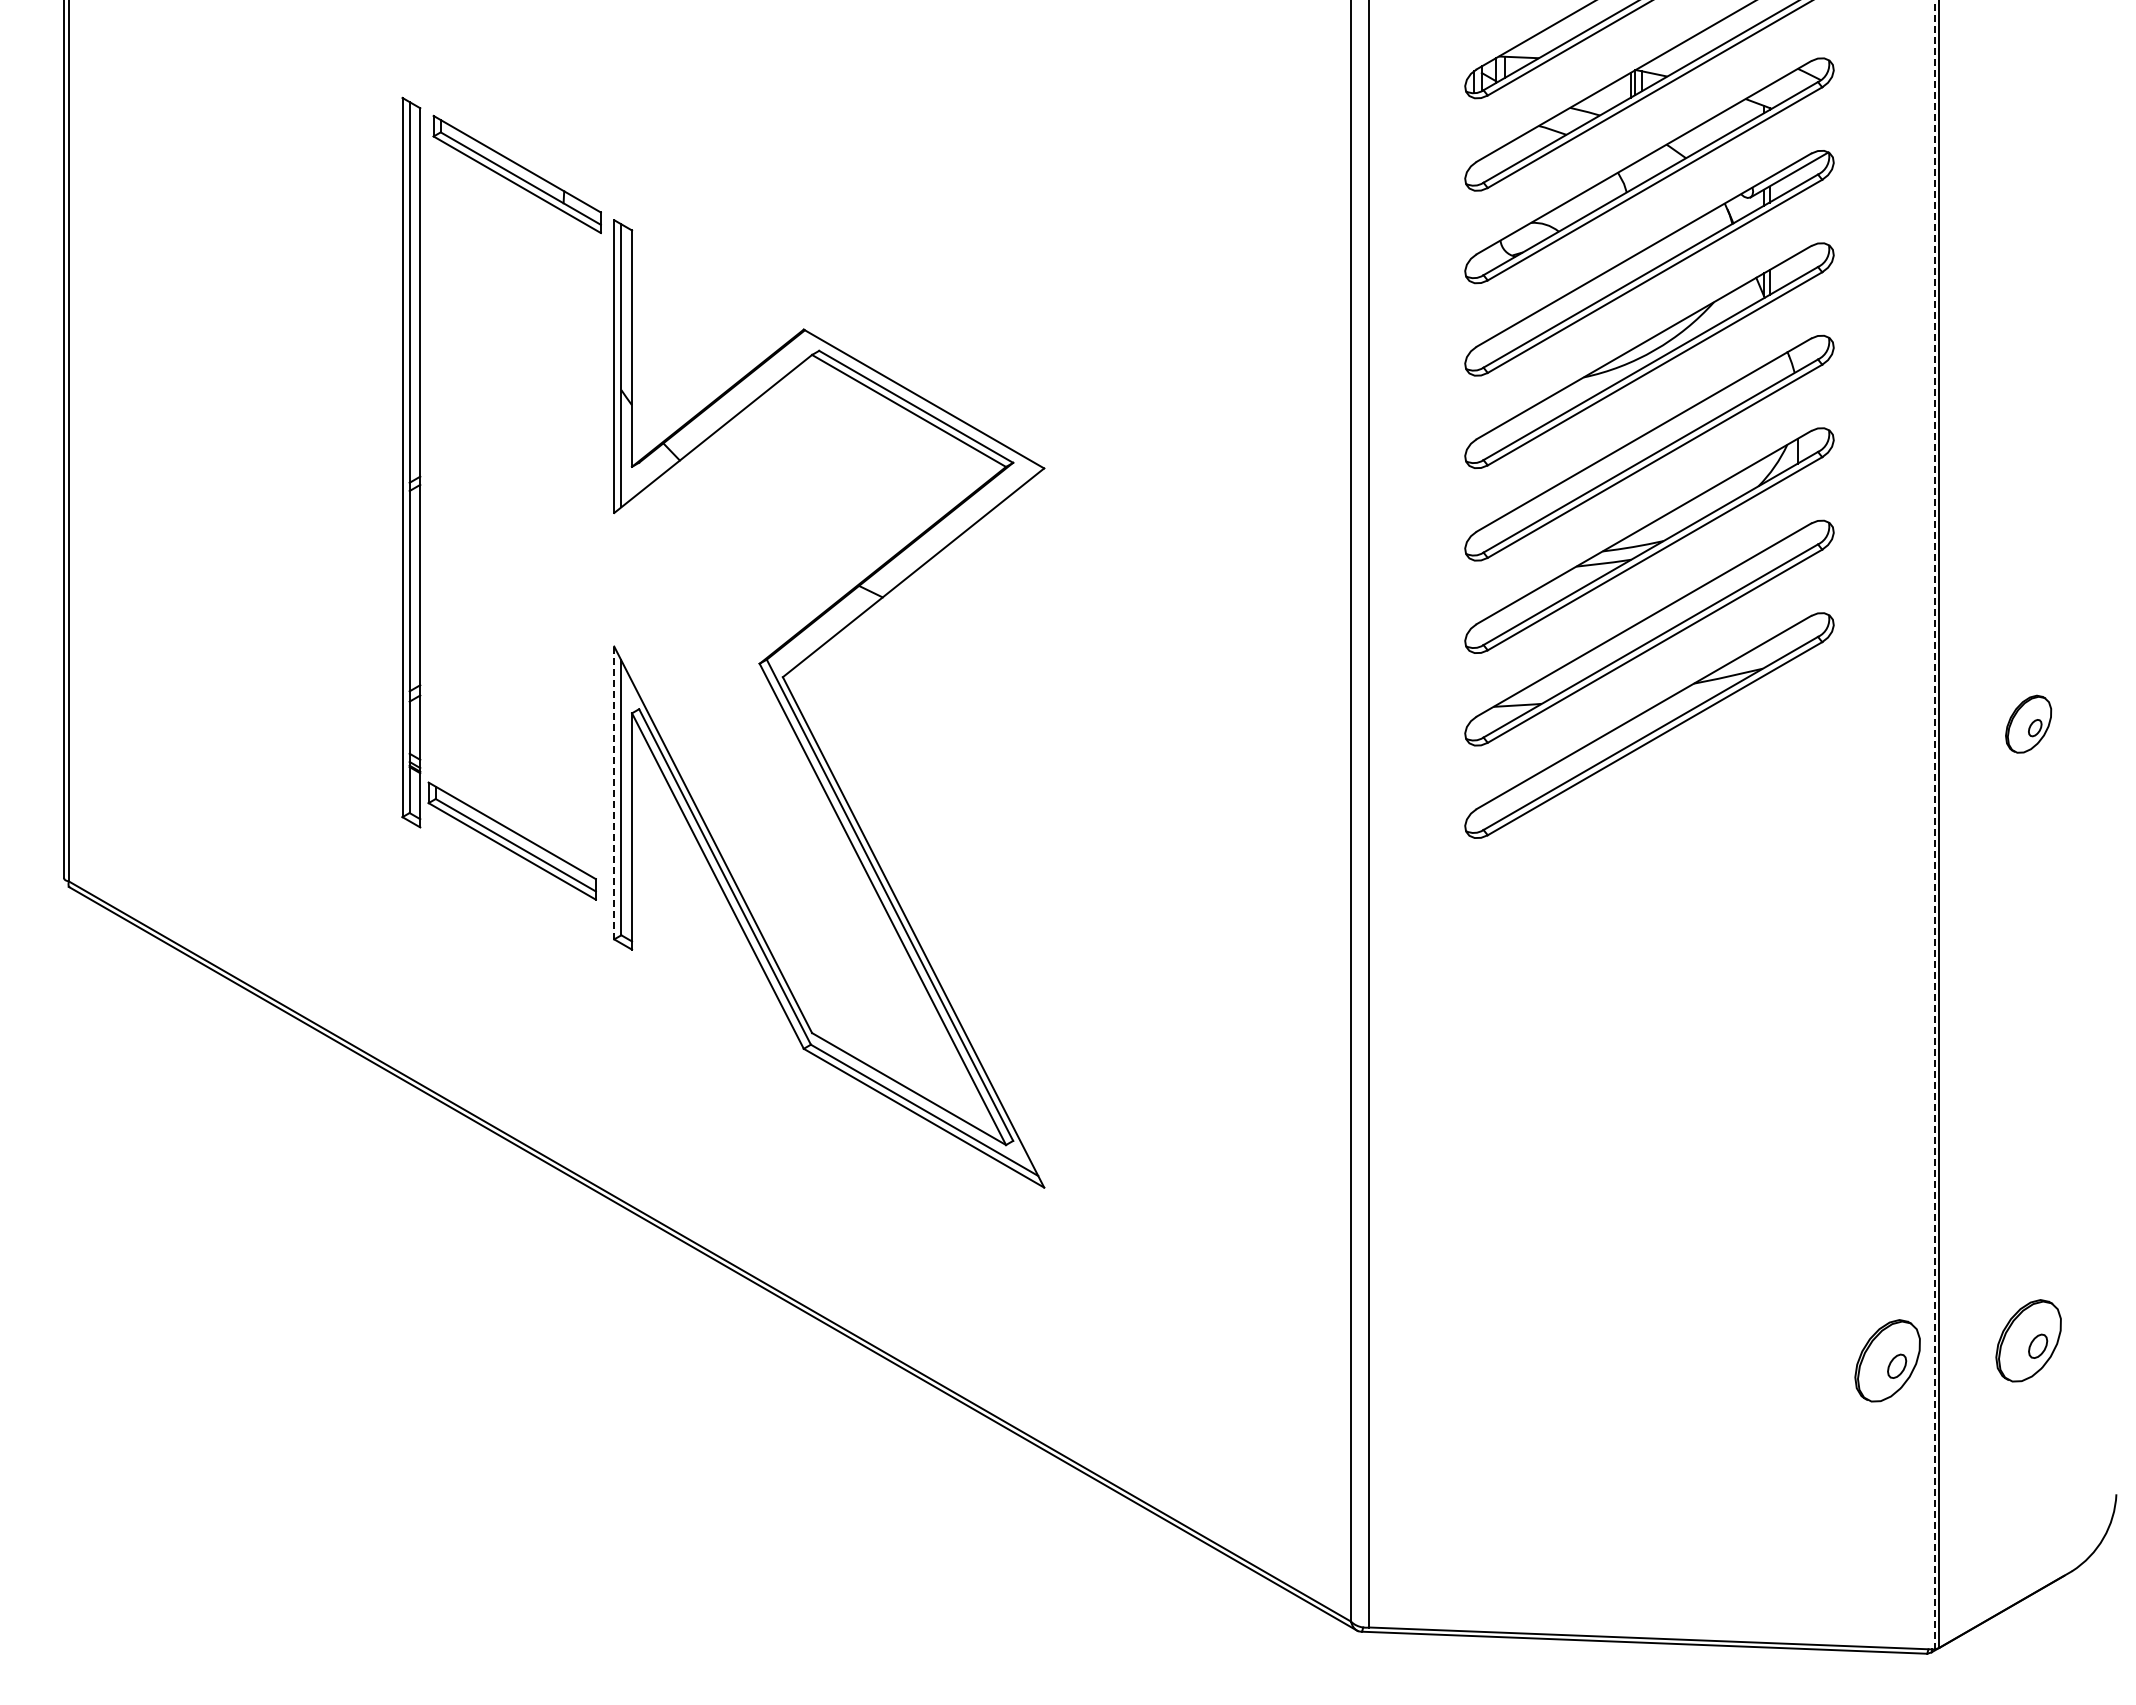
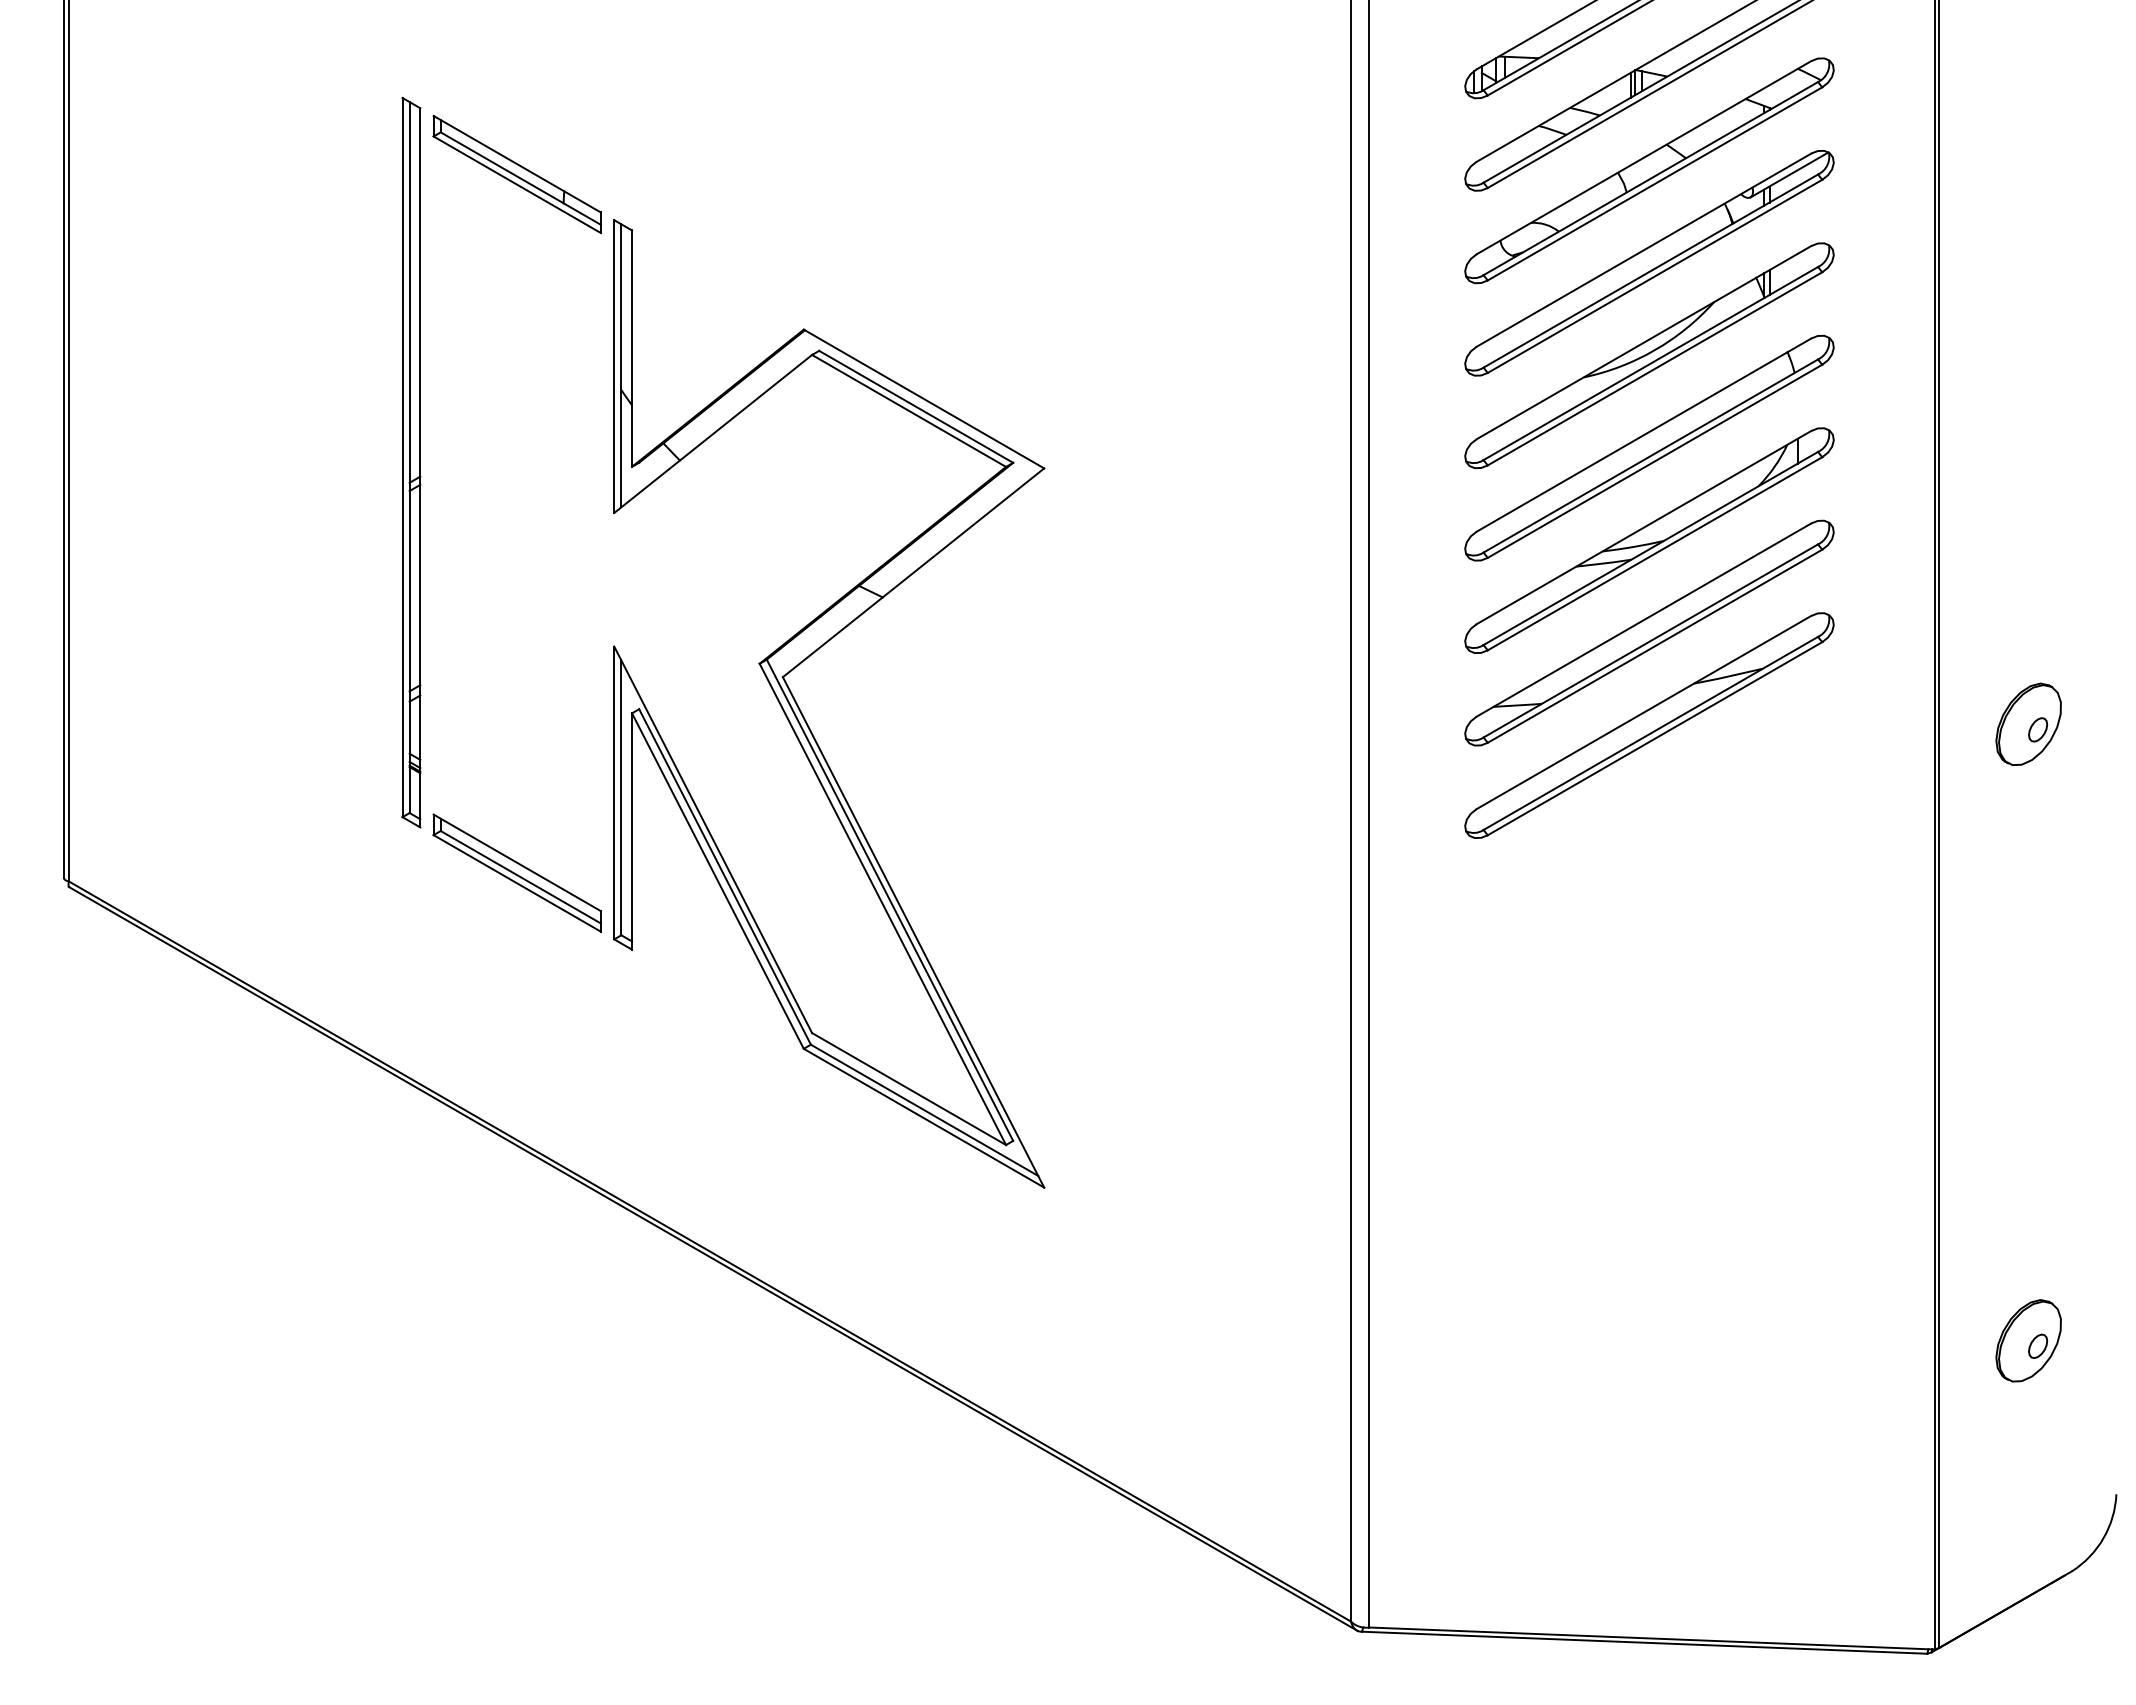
part at (2028, 723) size: 48x60 px -> 67x84 px
line at (614, 793): dashed -> solid
line at (1934, 824): dashed -> solid
part at (511, 840) position: (511, 840) -> (516, 872)
part at (1887, 1360): present -> none
